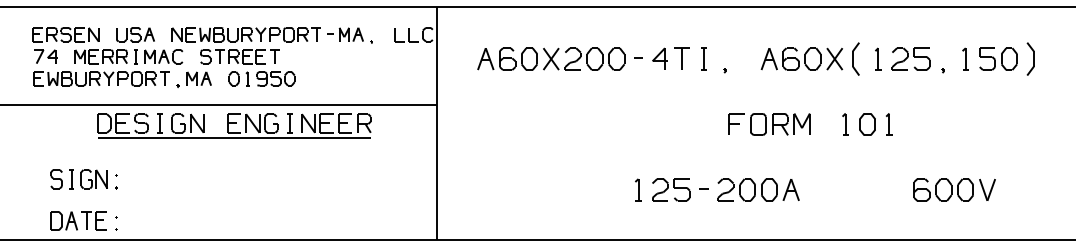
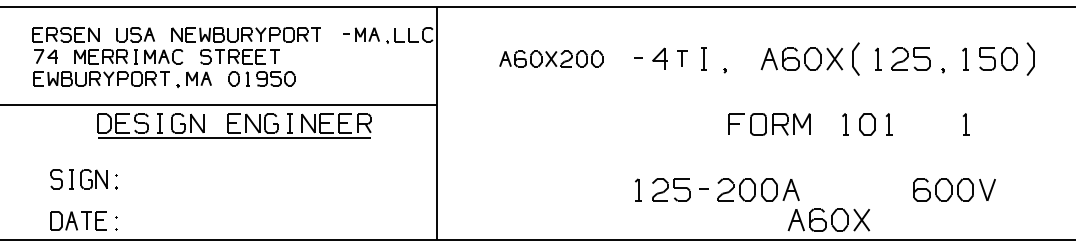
part at (349, 35) position: (349, 35) -> (365, 35)
part at (551, 58) size: 149x24 px -> 105x18 px
part at (681, 58) size: 16x23 px -> 11x17 px
part at (966, 124): none -> present
part at (828, 219): none -> present
